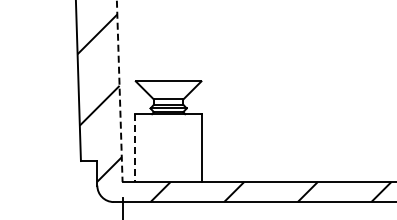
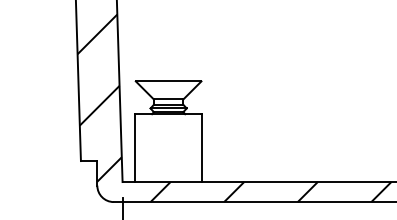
line at (119, 91): dashed -> solid
line at (135, 148): dashed -> solid
